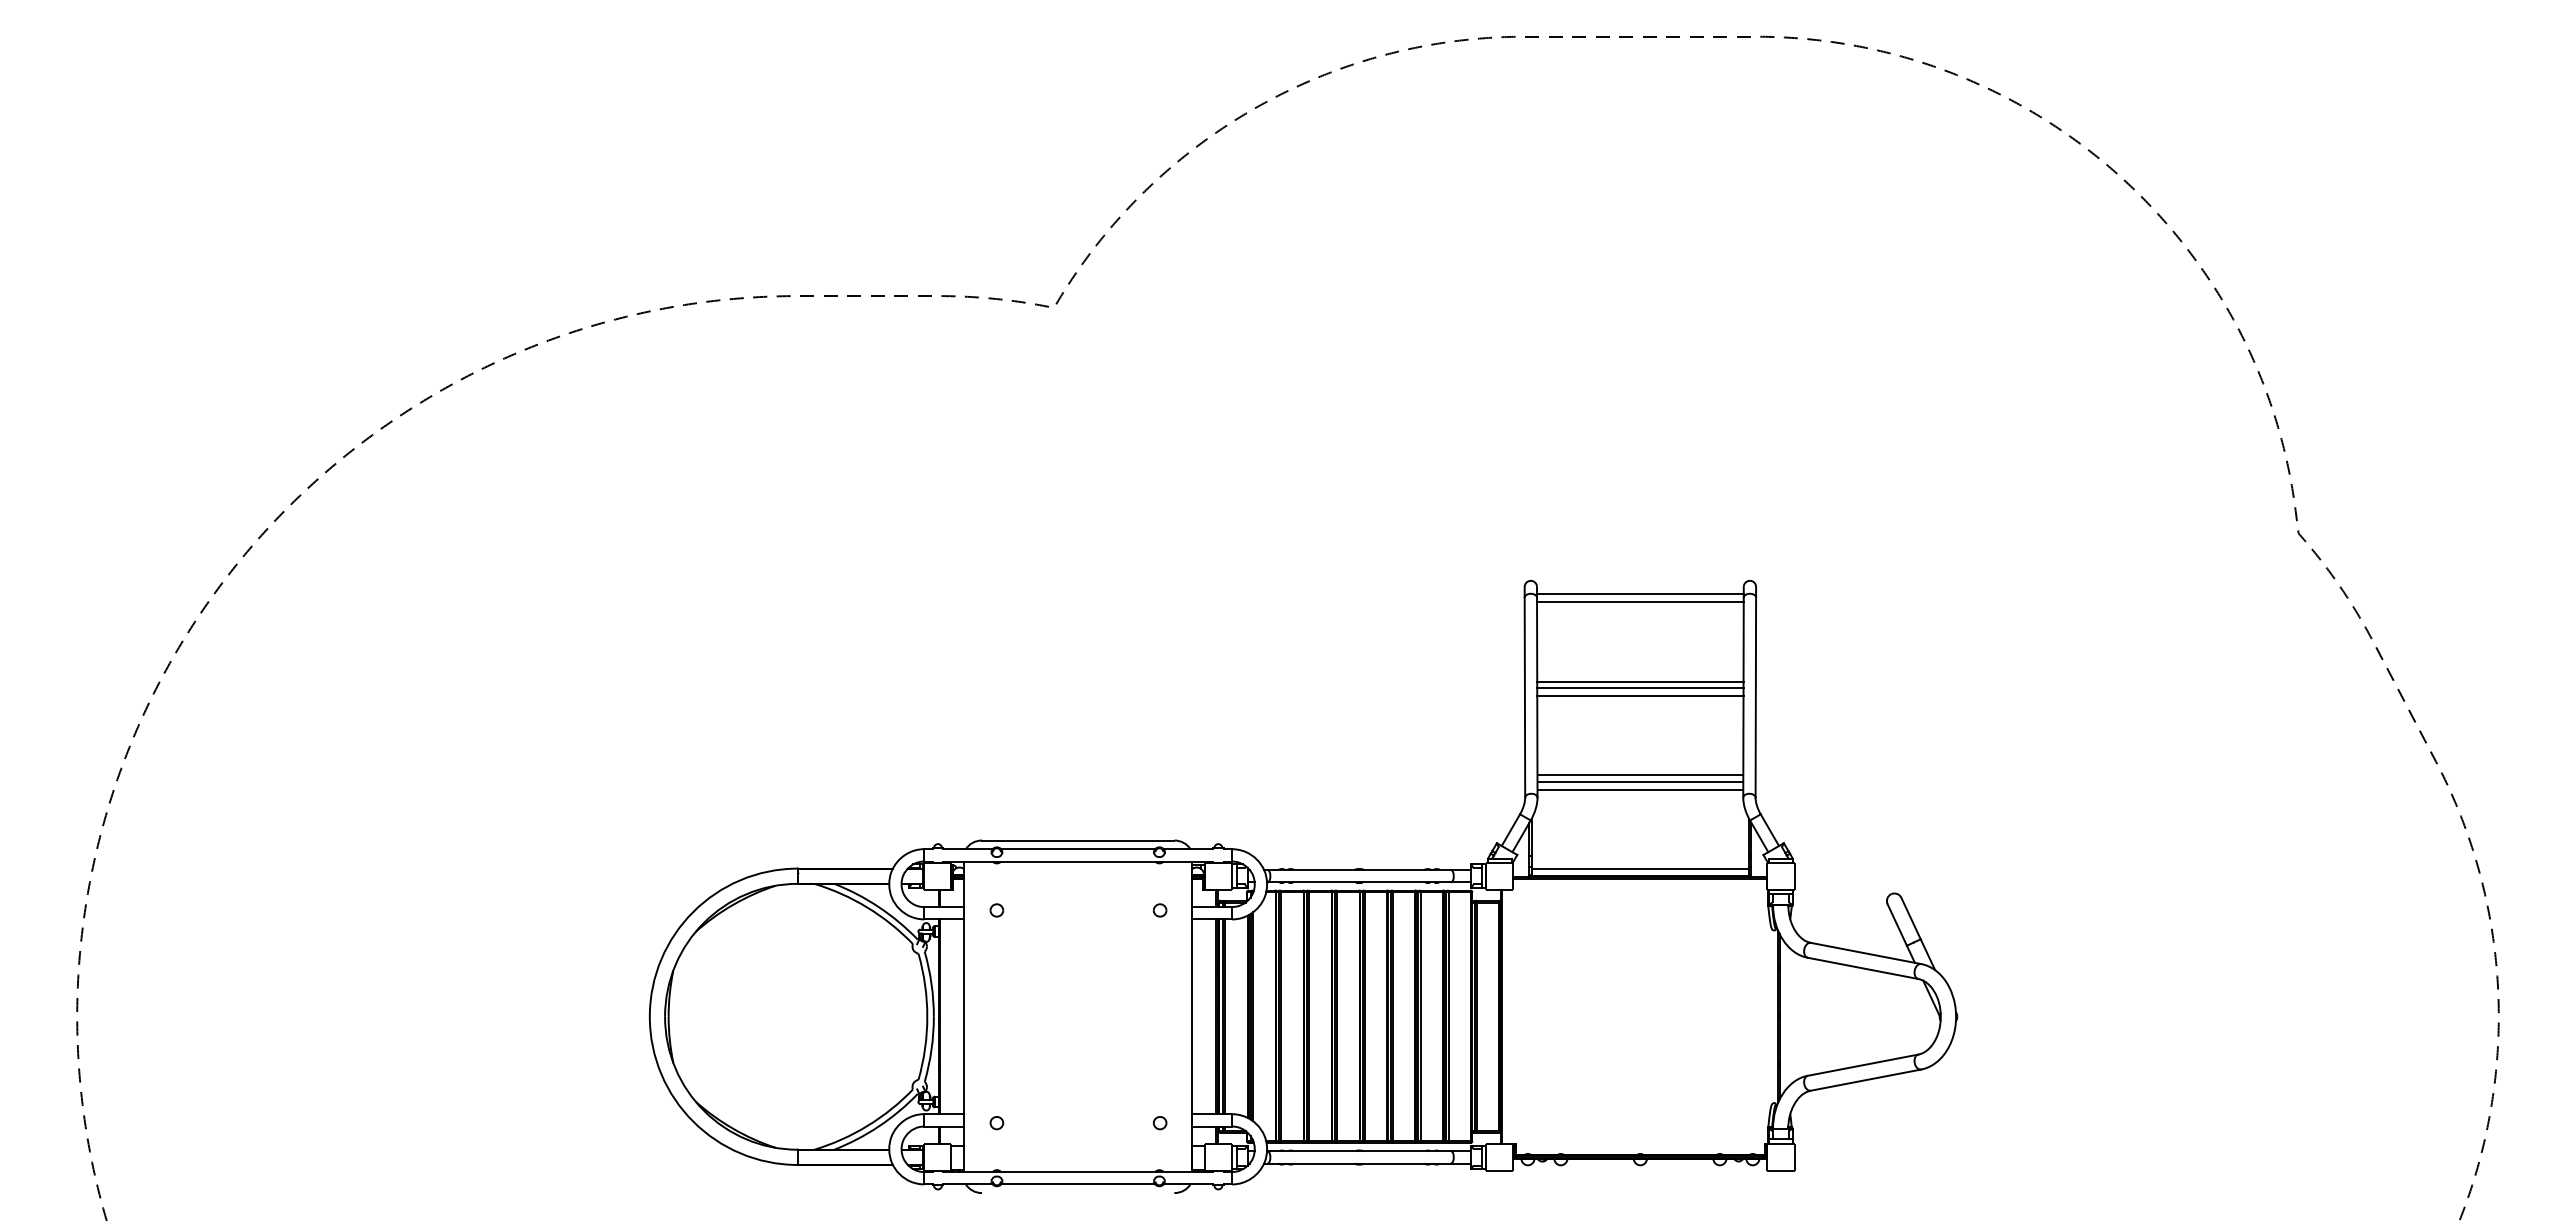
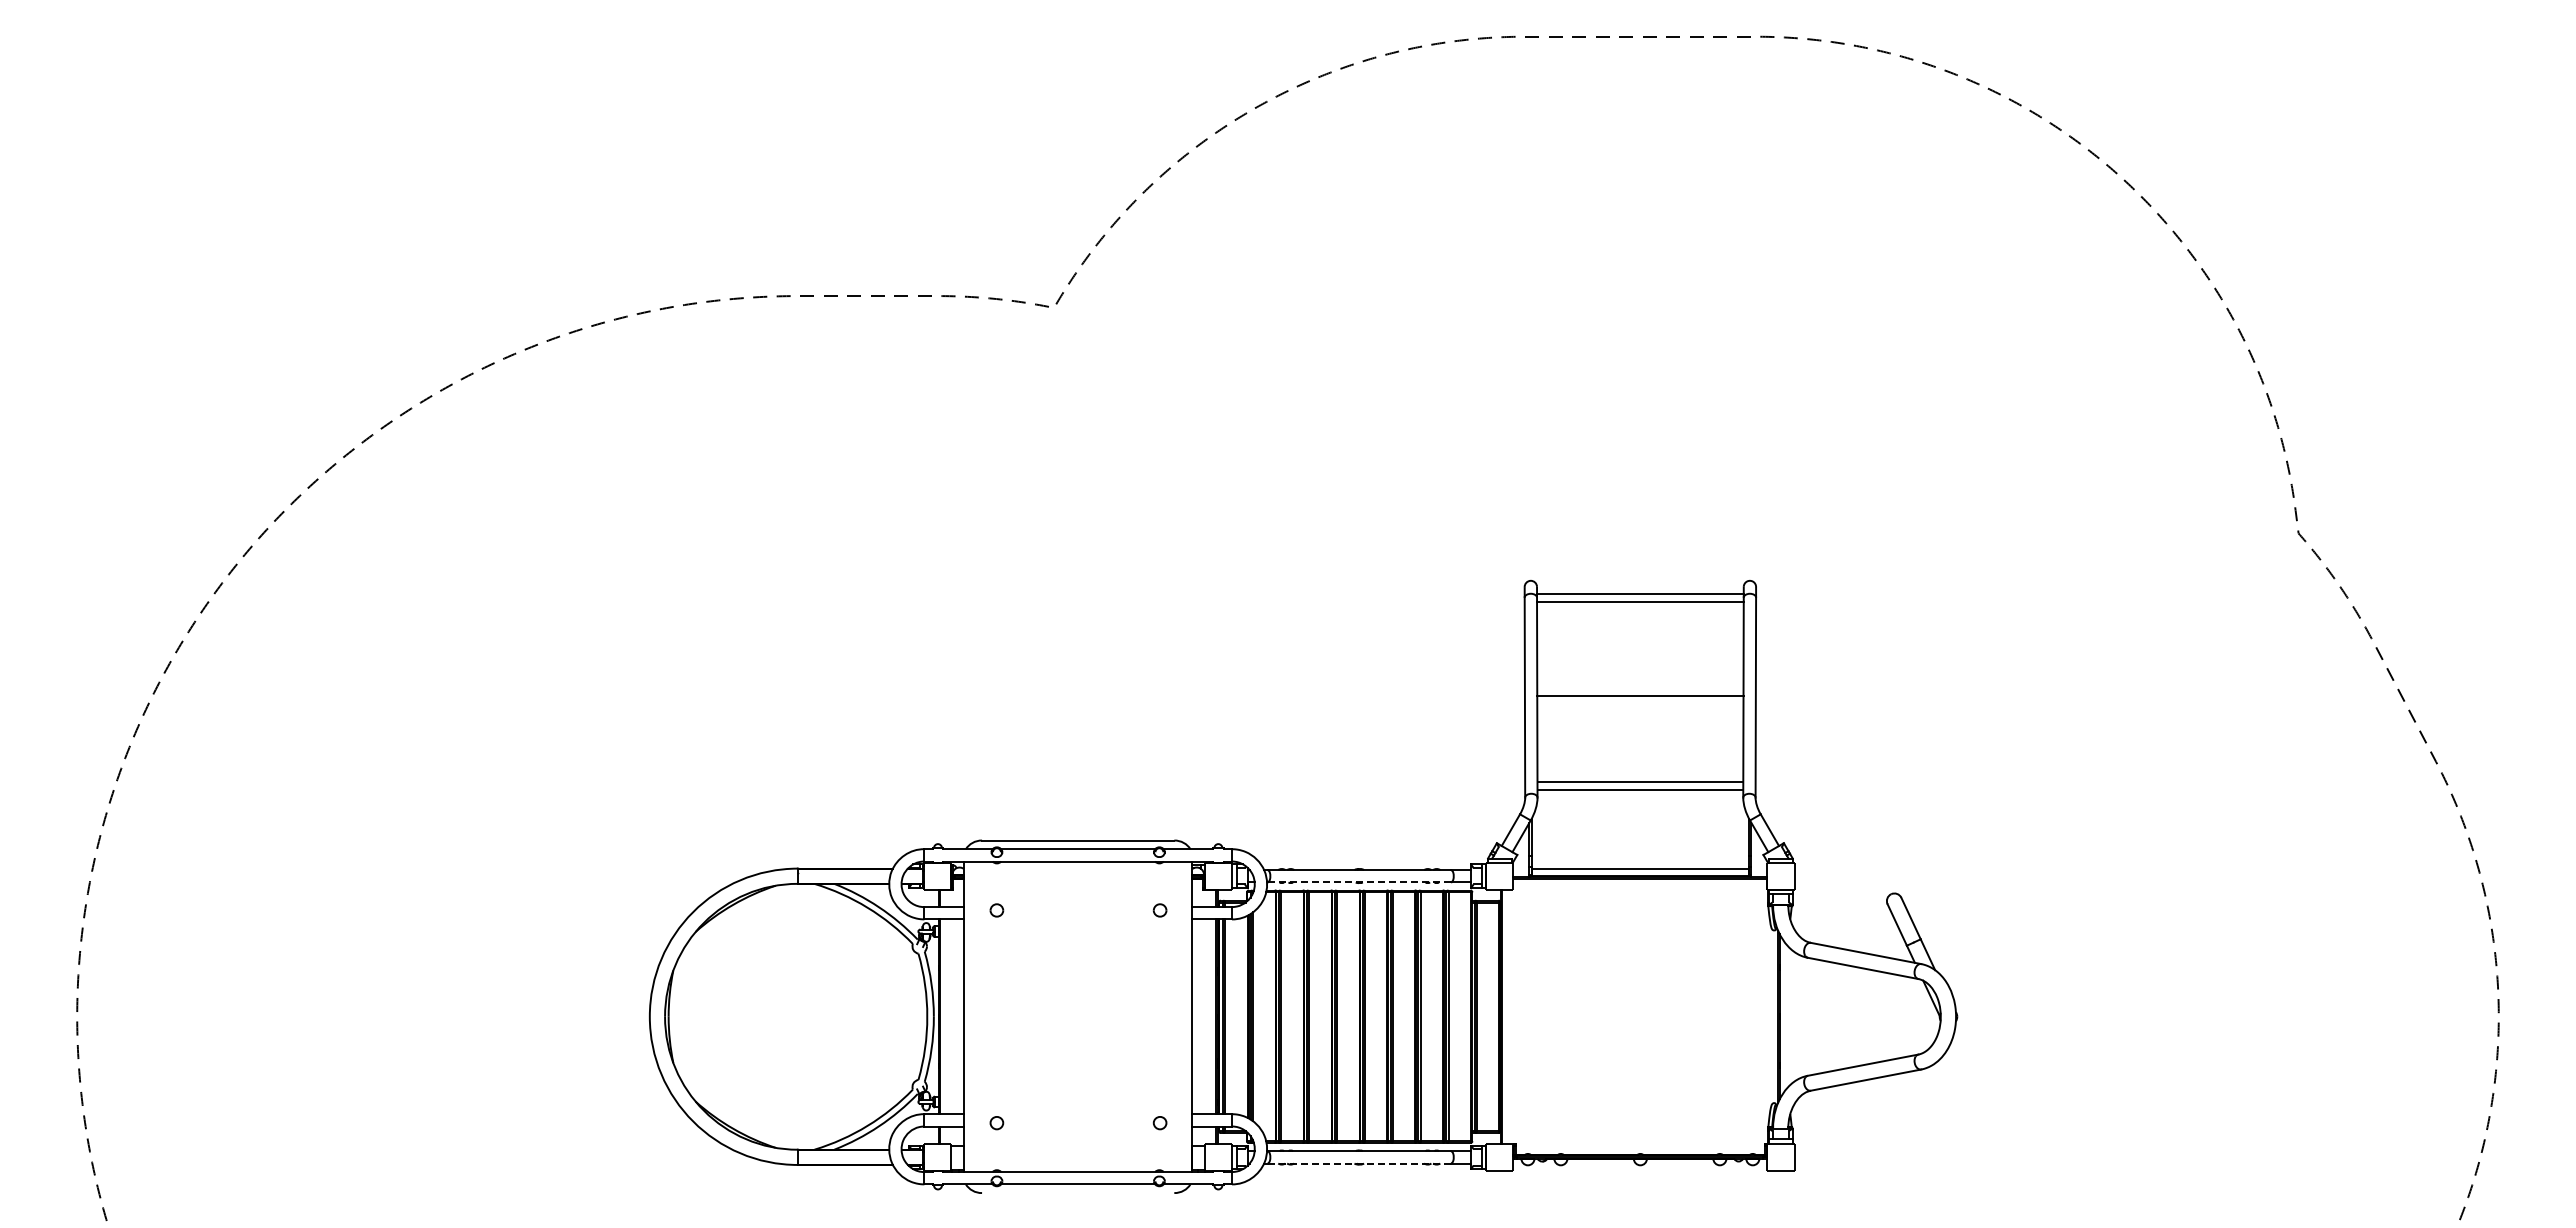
line at (1640, 681): present -> none
line at (1640, 688): present -> none
line at (1640, 775): present -> none
line at (1359, 882): solid -> dashed
line at (1359, 1163): solid -> dashed
